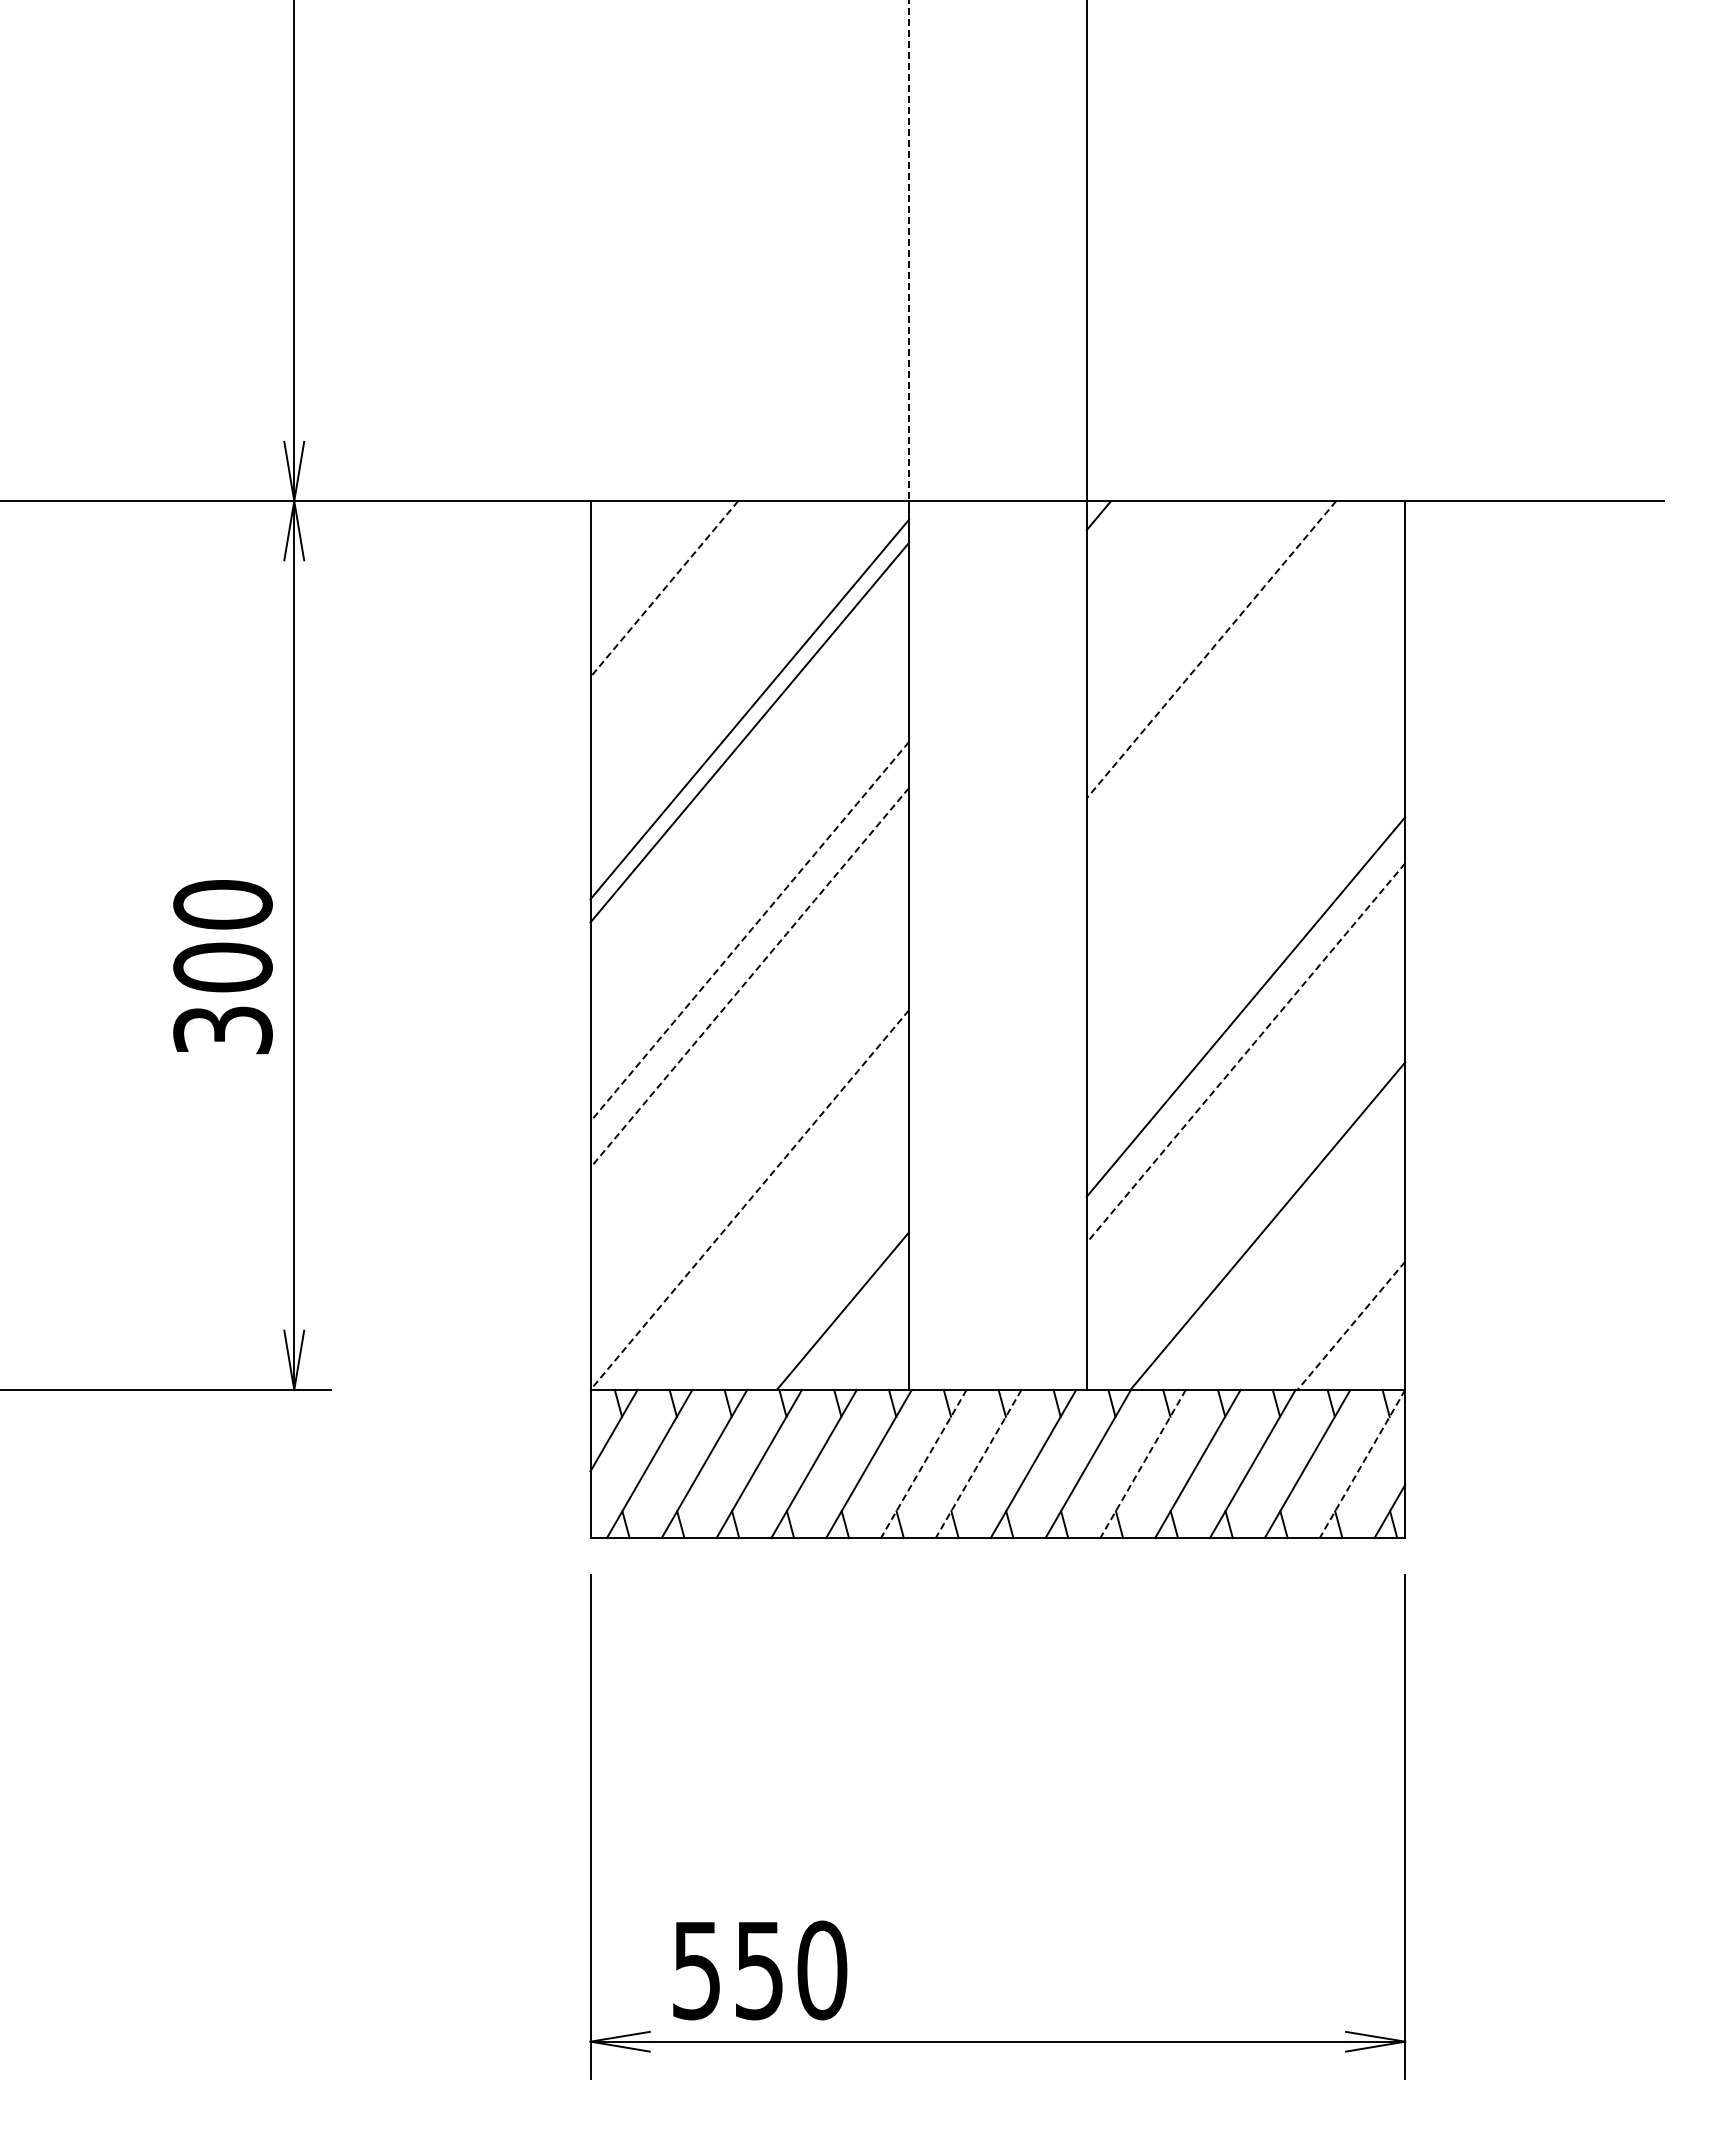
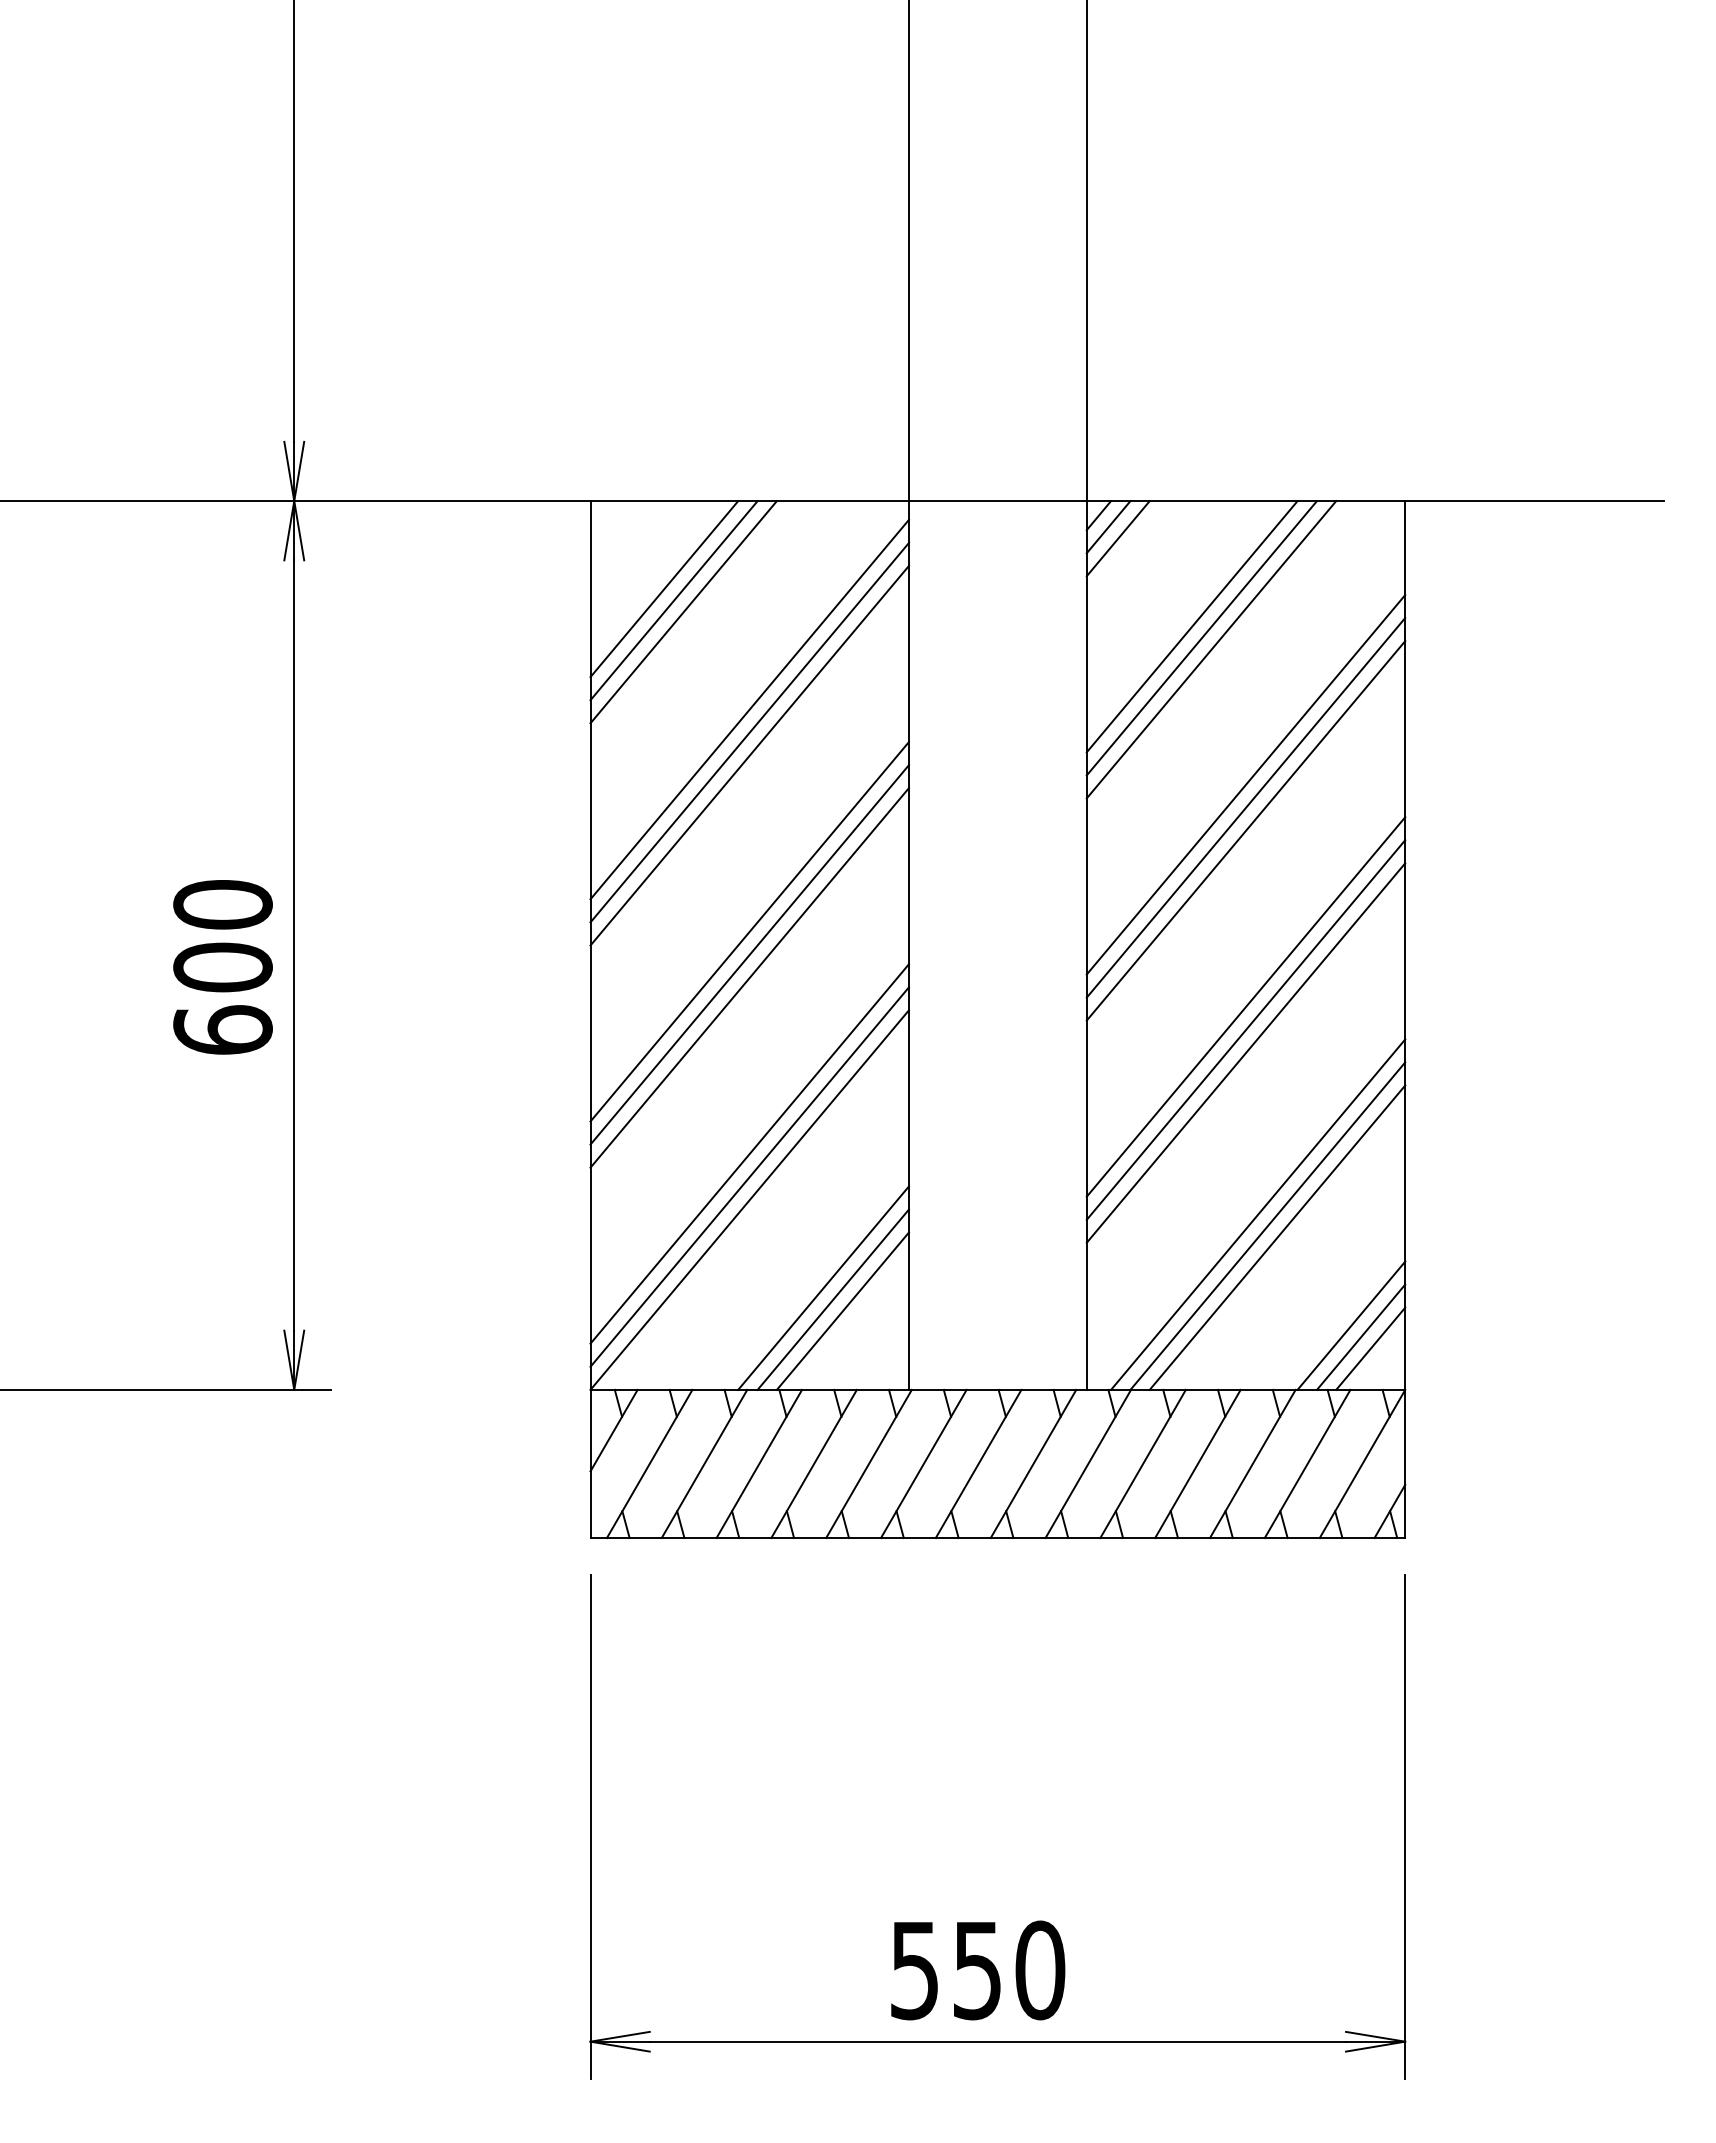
line at (909, 251): dashed -> solid
line at (1108, 527): none -> present
line at (1117, 538): none -> present
line at (664, 589): dashed -> solid
line at (673, 600): none -> present
line at (683, 612): none -> present
line at (1191, 626): none -> present
line at (1201, 638): none -> present
line at (1211, 650): dashed -> solid
line at (749, 755): none -> present
line at (1245, 784): none -> present
line at (1245, 807): none -> present
line at (1245, 830): none -> present
line at (749, 931): dashed -> solid
line at (749, 954): none -> present
line at (749, 977): dashed -> solid
text at (222, 1029): 300 -> 600
line at (1245, 1029): none -> present
line at (1246, 1053): dashed -> solid
line at (749, 1153): none -> present
line at (749, 1176): none -> present
line at (749, 1200): dashed -> solid
line at (1258, 1214): none -> present
line at (1277, 1237): none -> present
line at (823, 1287): none -> present
line at (833, 1299): none -> present
line at (1351, 1325): dashed -> solid
line at (1360, 1336): none -> present
line at (1370, 1348): none -> present
line at (923, 1463): dashed -> solid
line at (978, 1463): dashed -> solid
line at (1143, 1463): dashed -> solid
line at (1362, 1463): dashed -> solid
text at (760, 1970) position: (760, 1970) -> (978, 1970)
